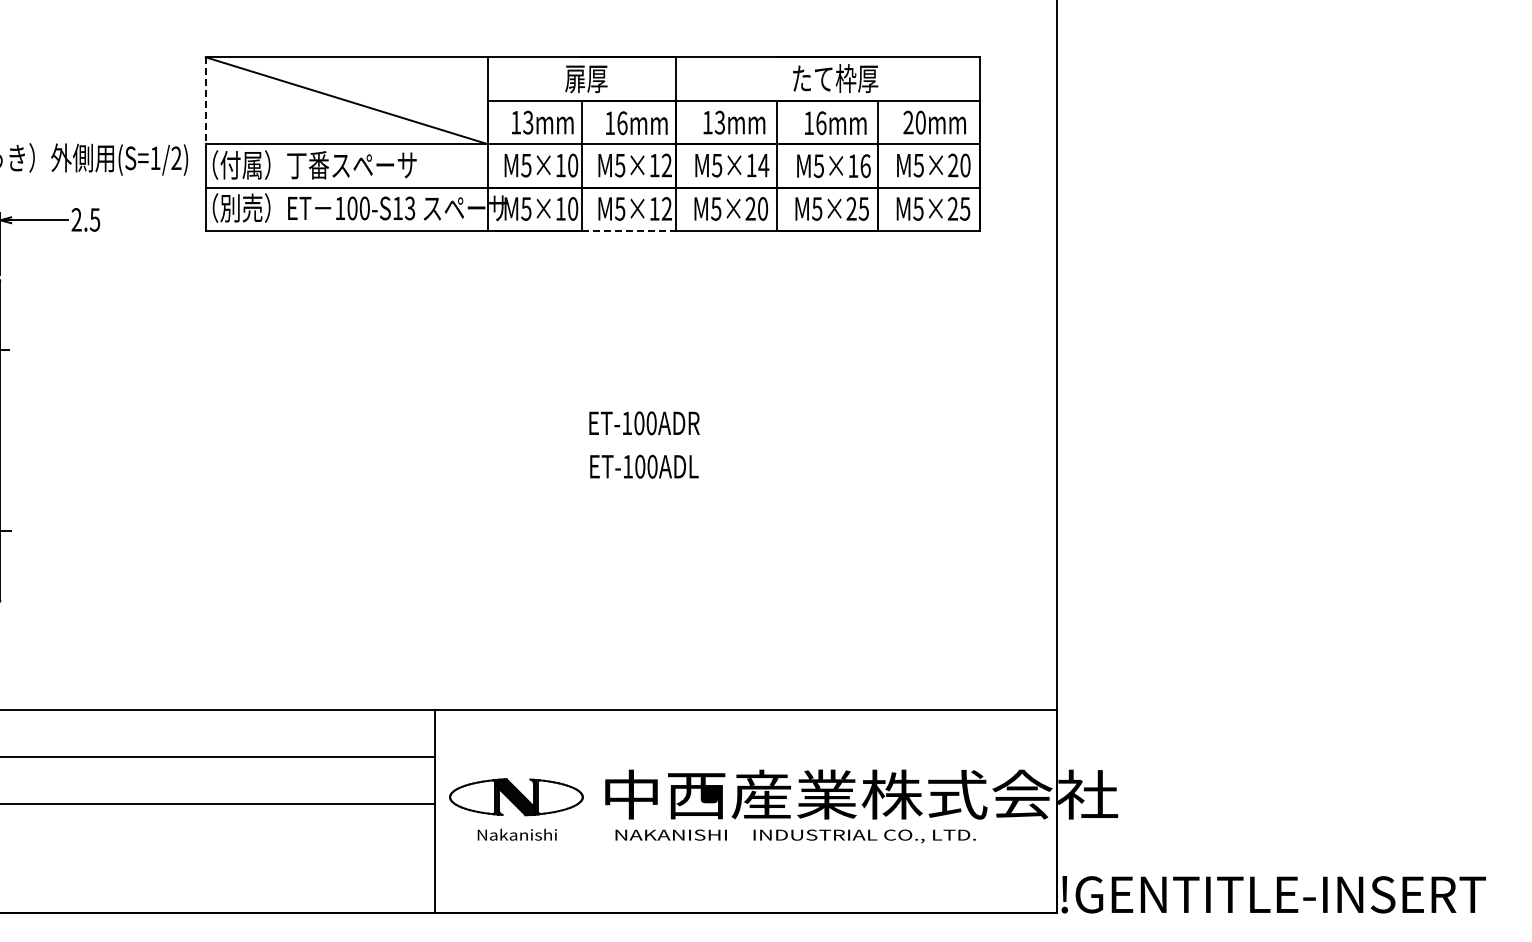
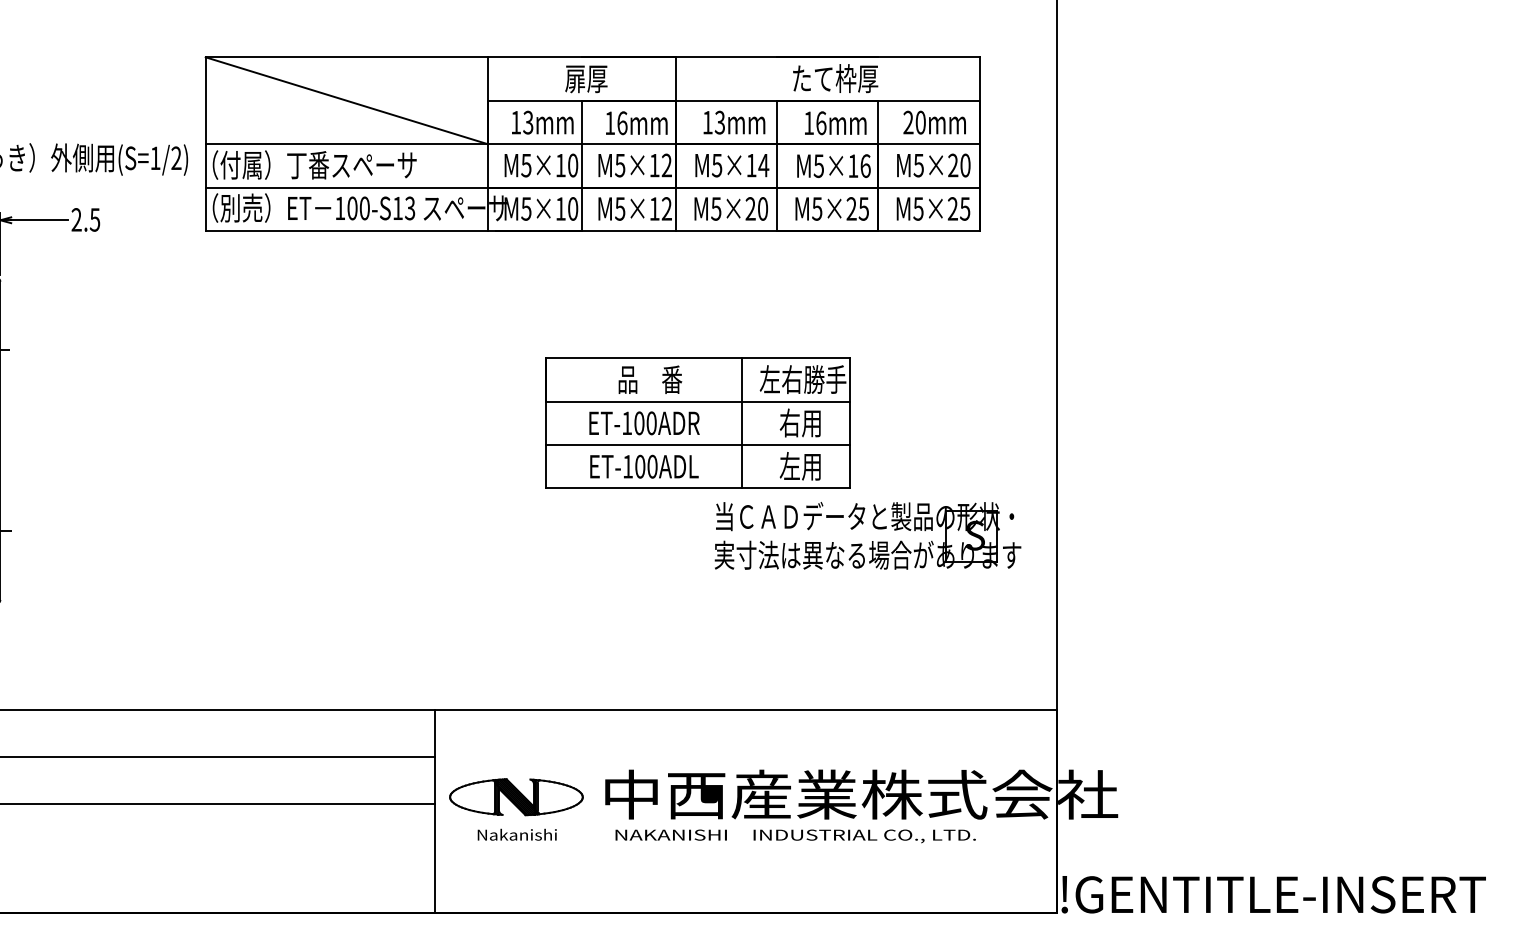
line at (205, 101): dashed -> solid
line at (629, 230): dashed -> solid
part at (697, 422): none -> present
part at (872, 541): none -> present
